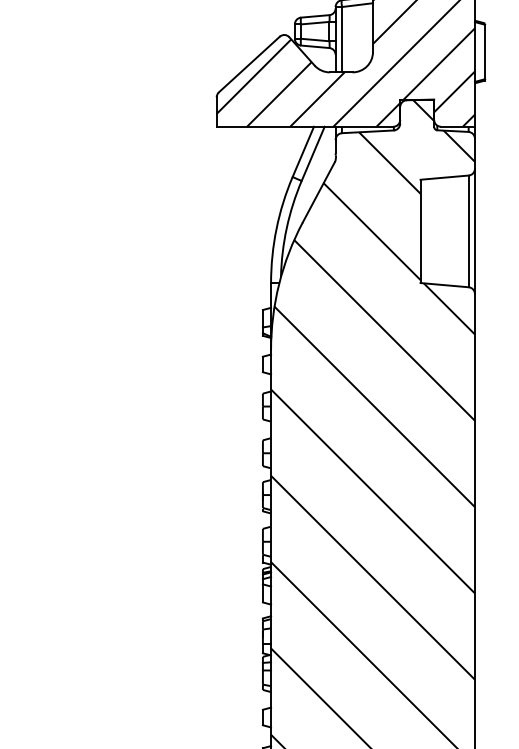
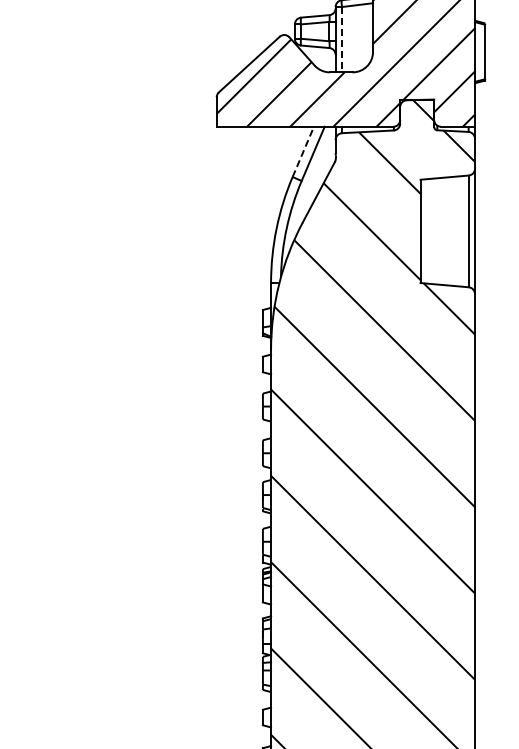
line at (342, 39): solid -> dashed
line at (303, 151): solid -> dashed
